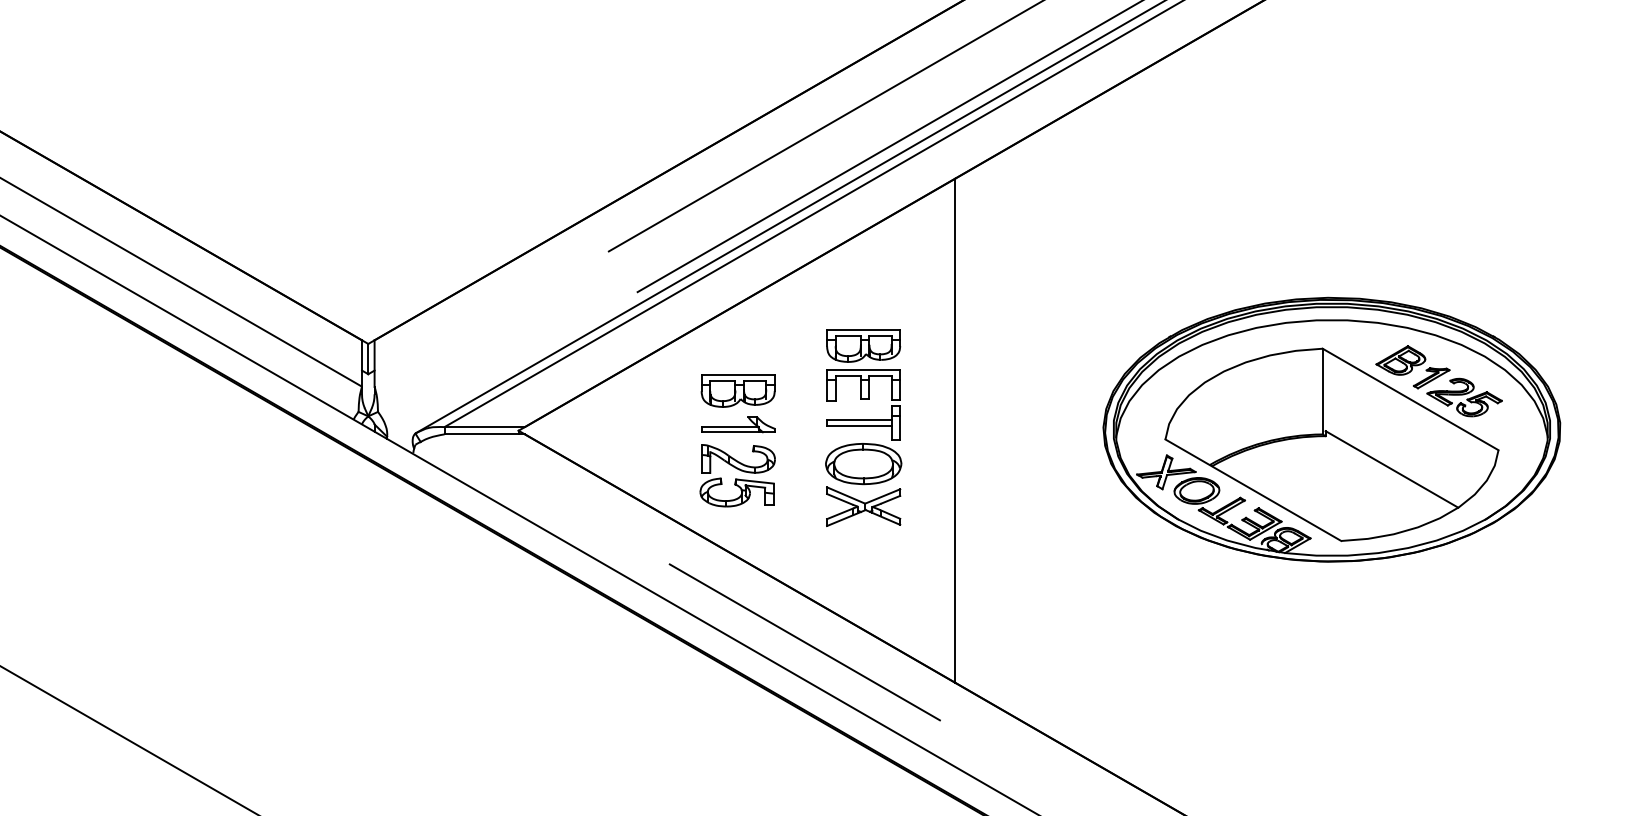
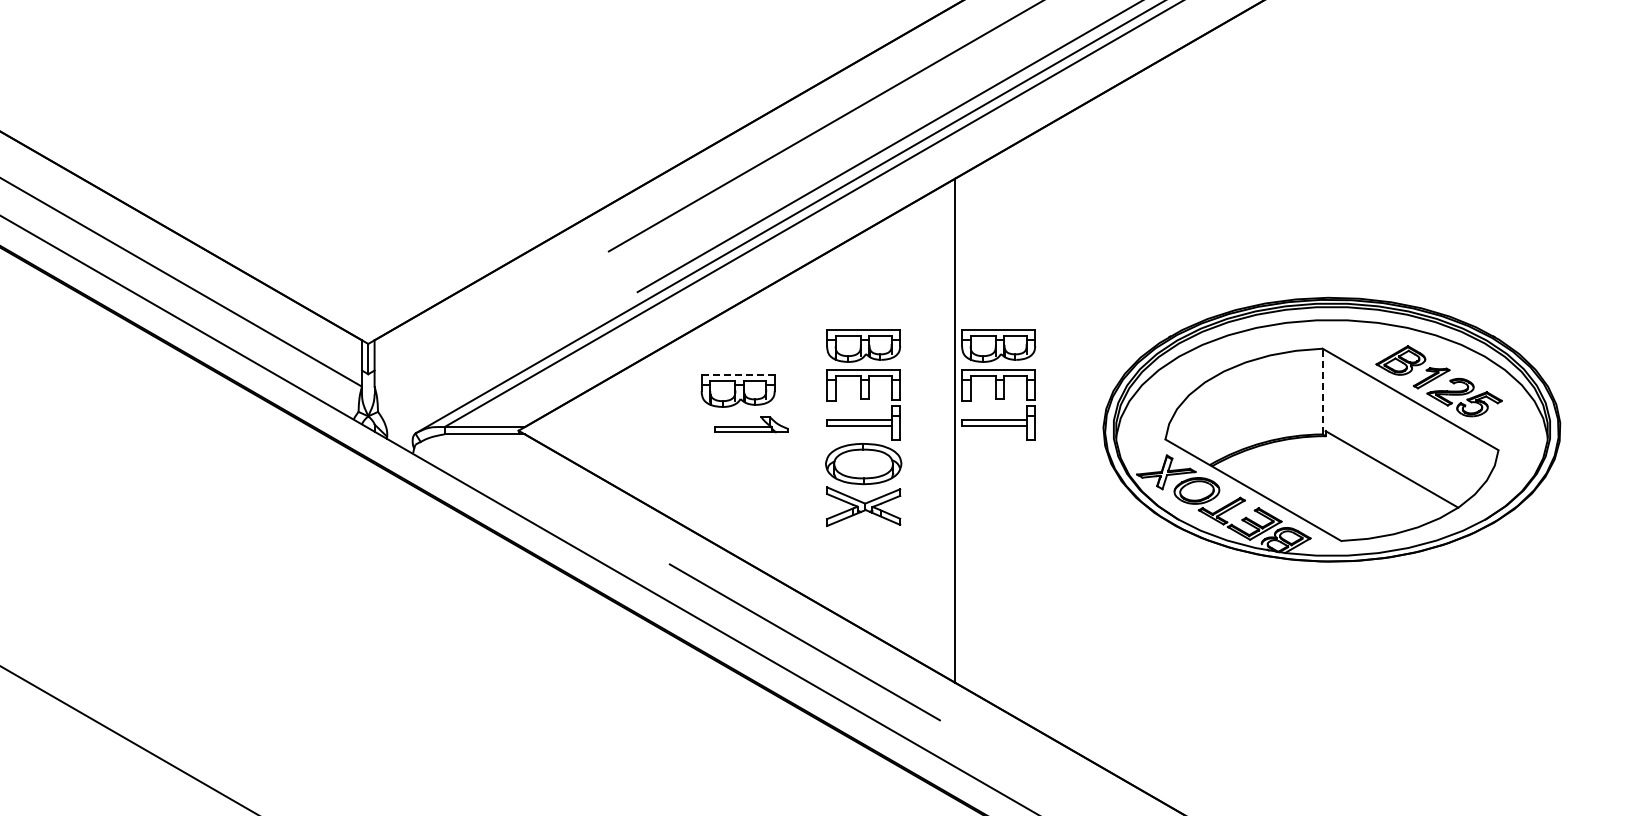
line at (738, 375): solid -> dashed
part at (998, 384): none -> present
line at (1322, 391): solid -> dashed
part at (738, 424) position: (738, 424) -> (751, 424)
part at (737, 475): present -> none
